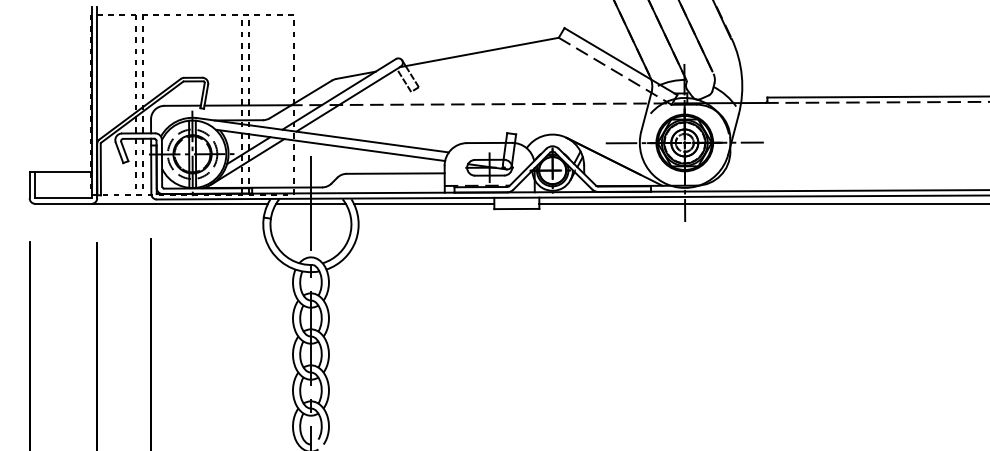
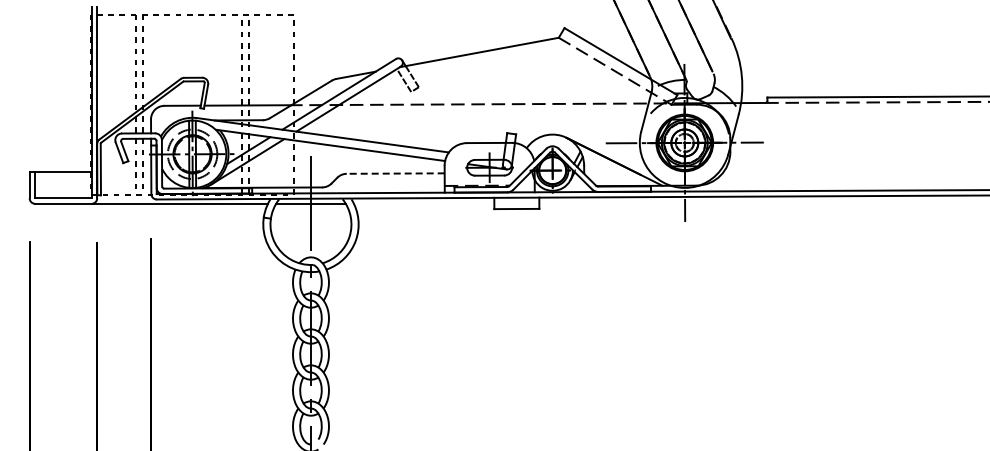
line at (395, 173): solid -> dashed
line at (423, 203): present -> none
line at (762, 203): present -> none
